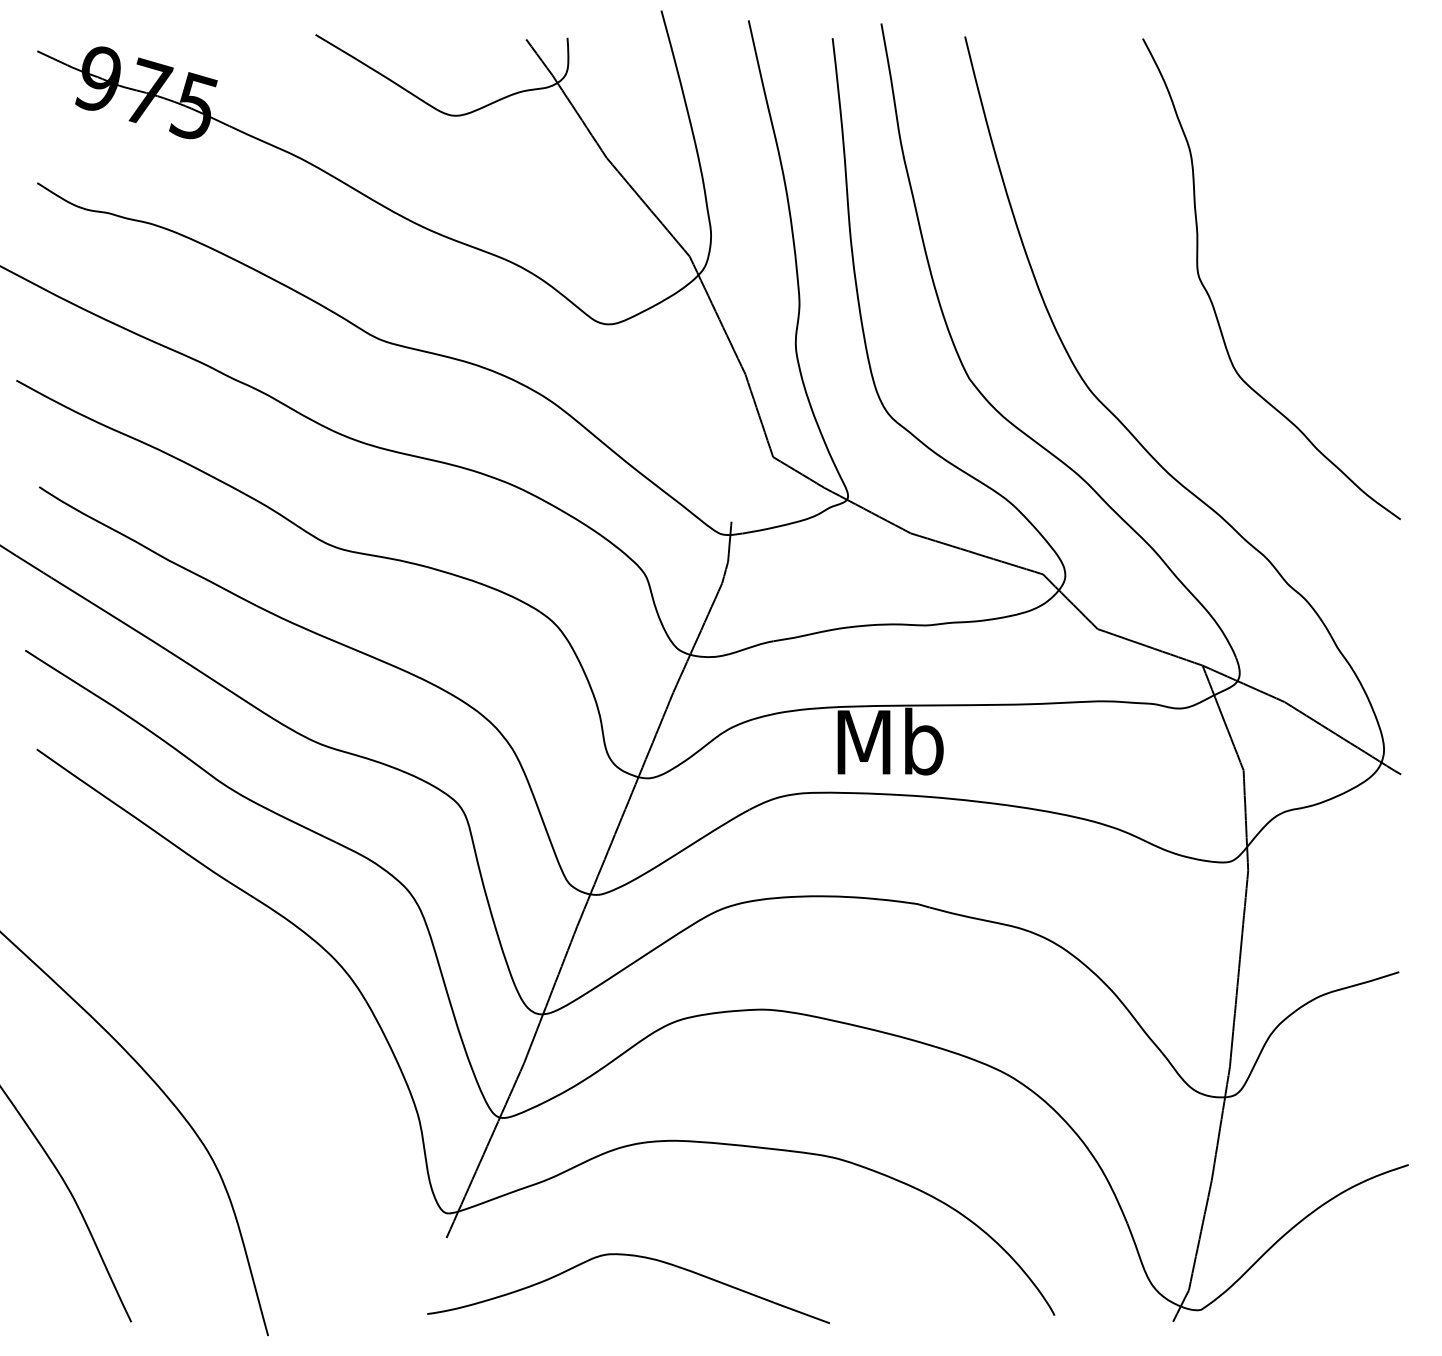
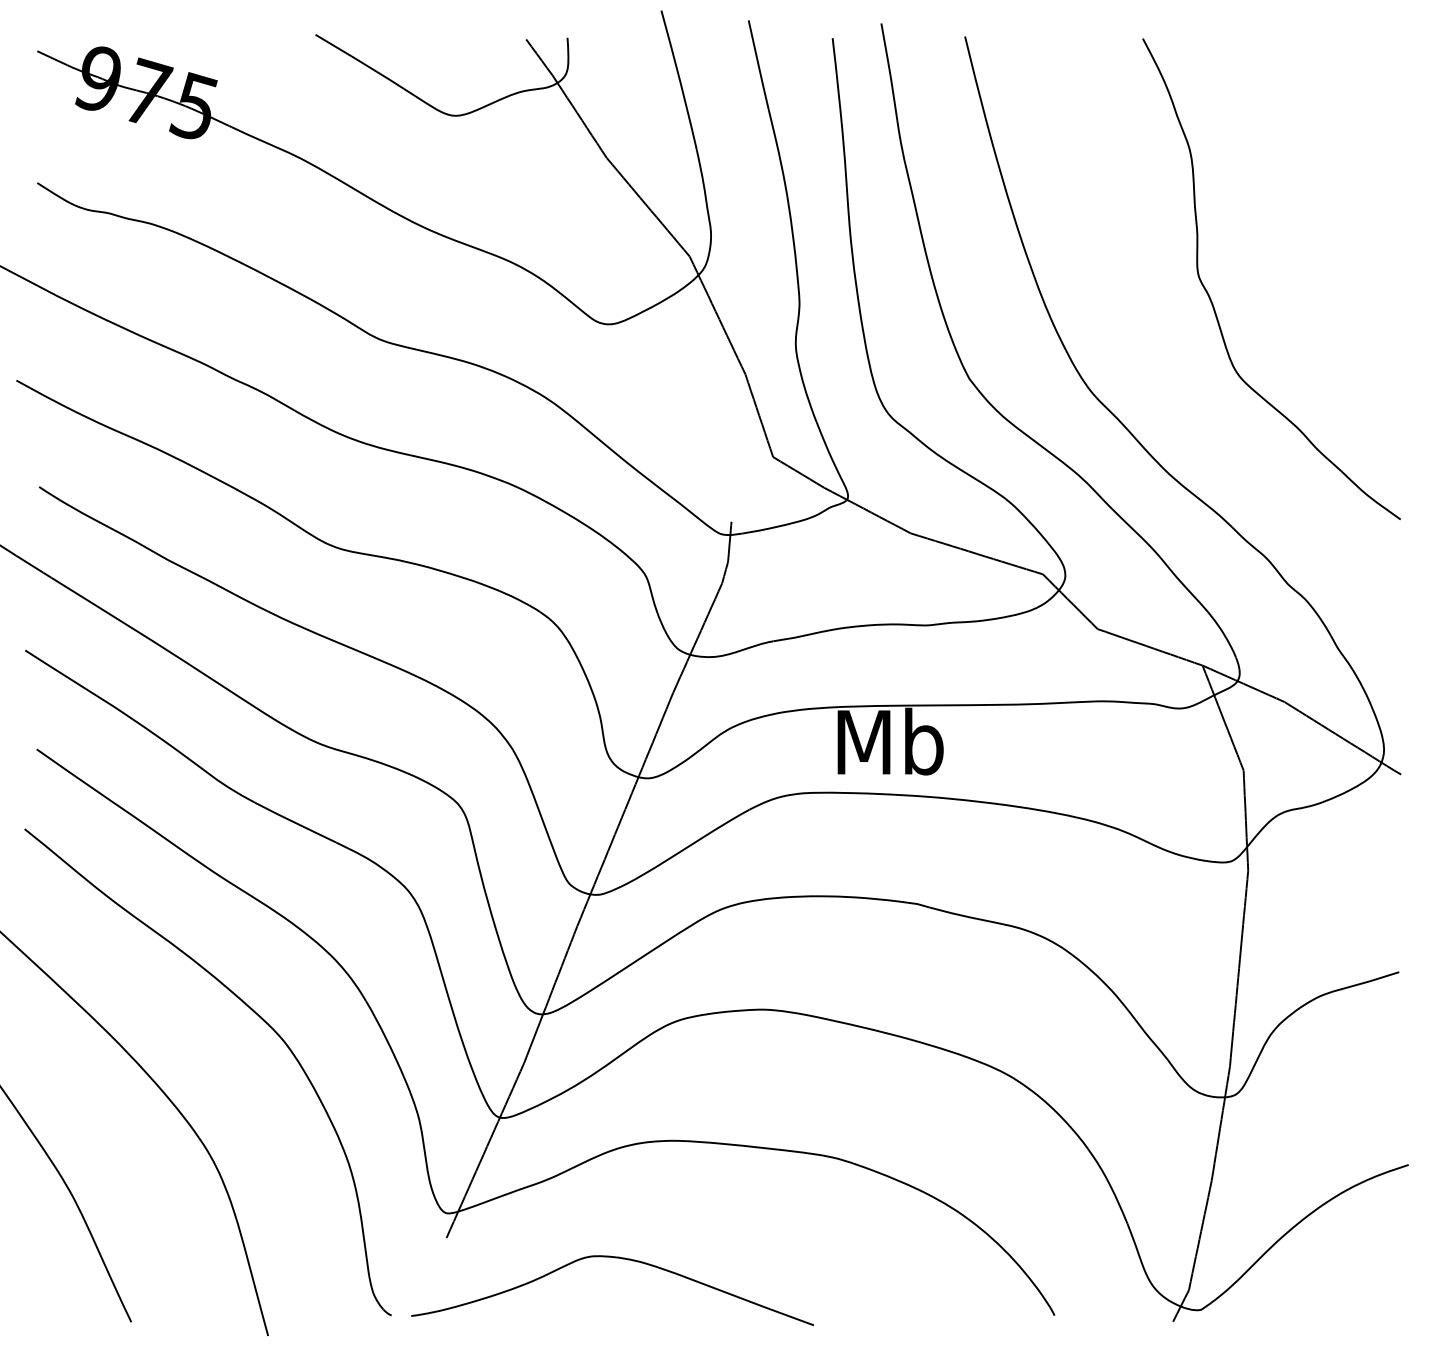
part at (254, 1013): none -> present
curve at (630, 1256) position: (630, 1256) -> (614, 1258)
